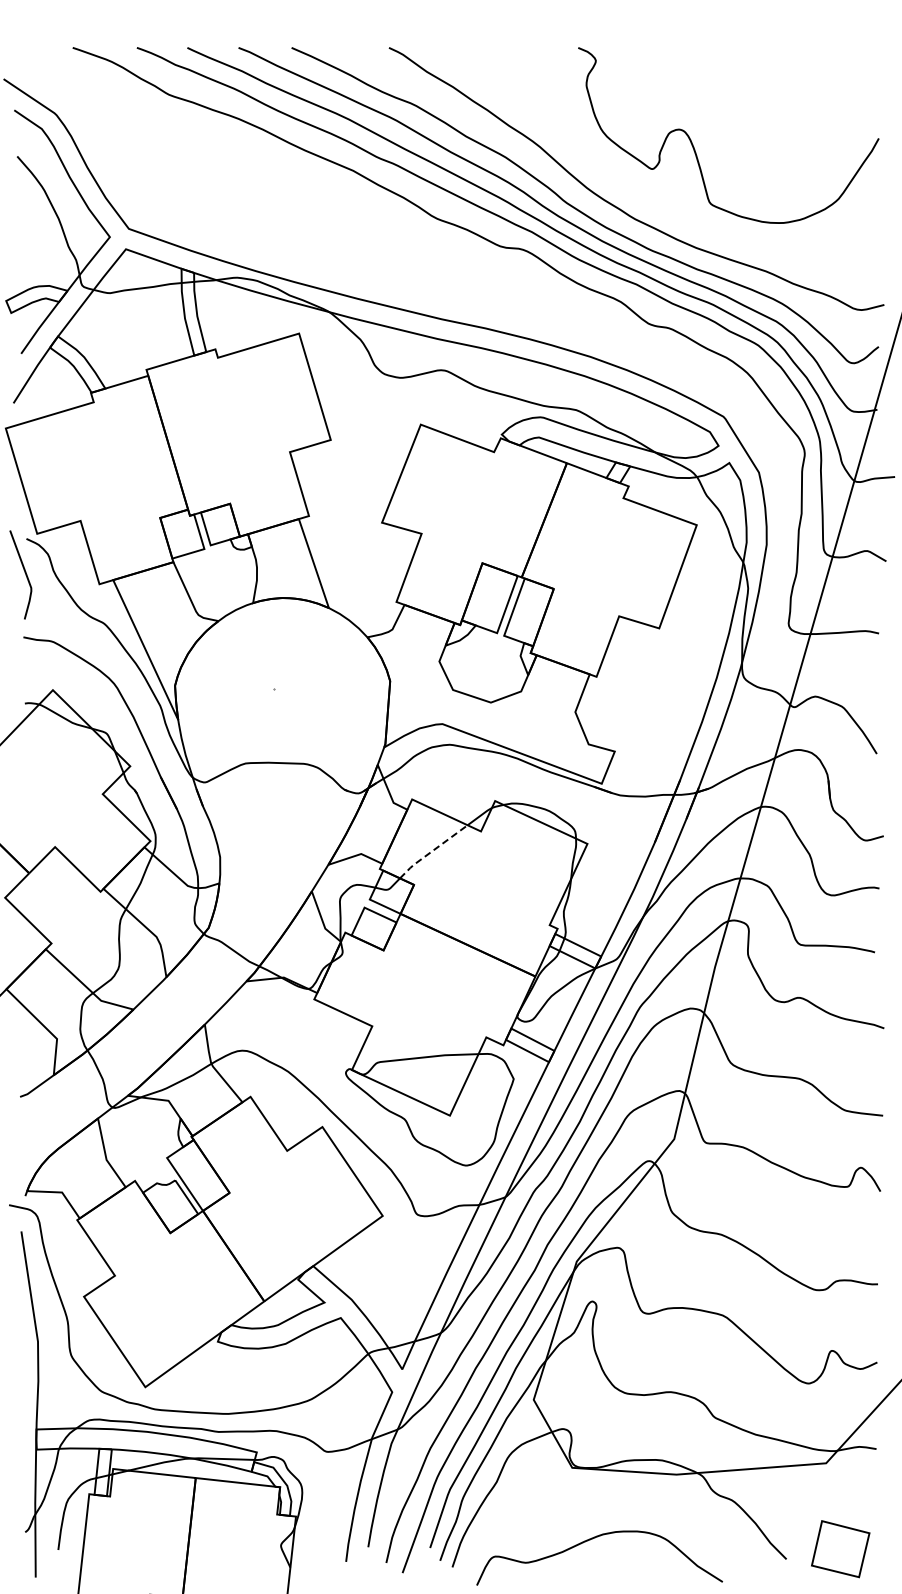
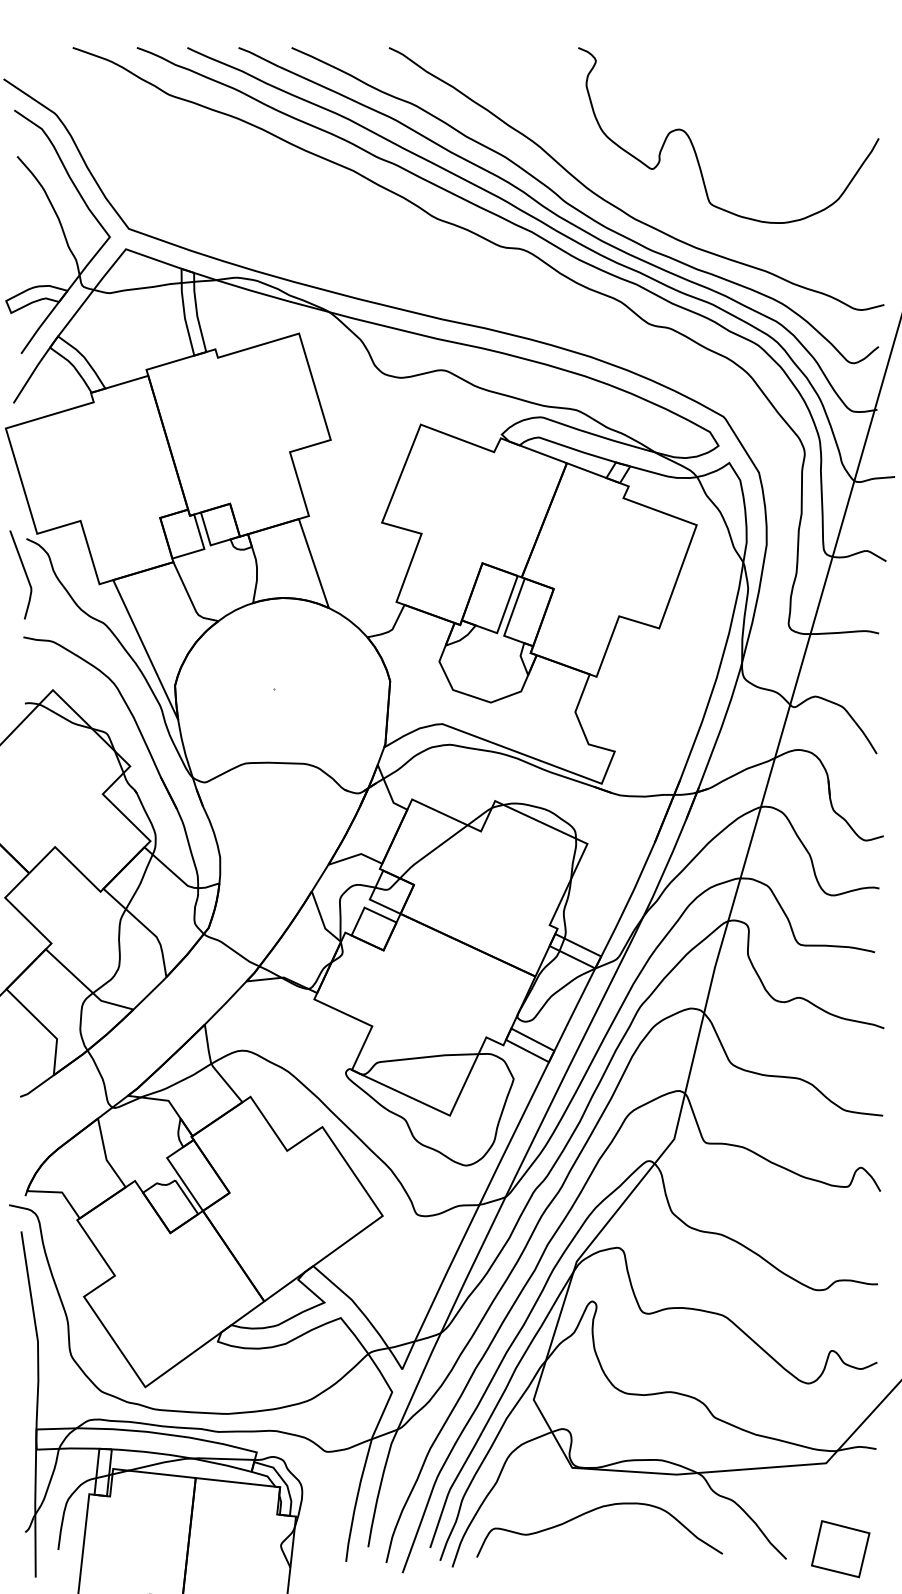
line at (432, 851): dashed -> solid
curve at (590, 1540) position: (590, 1540) -> (590, 1512)
